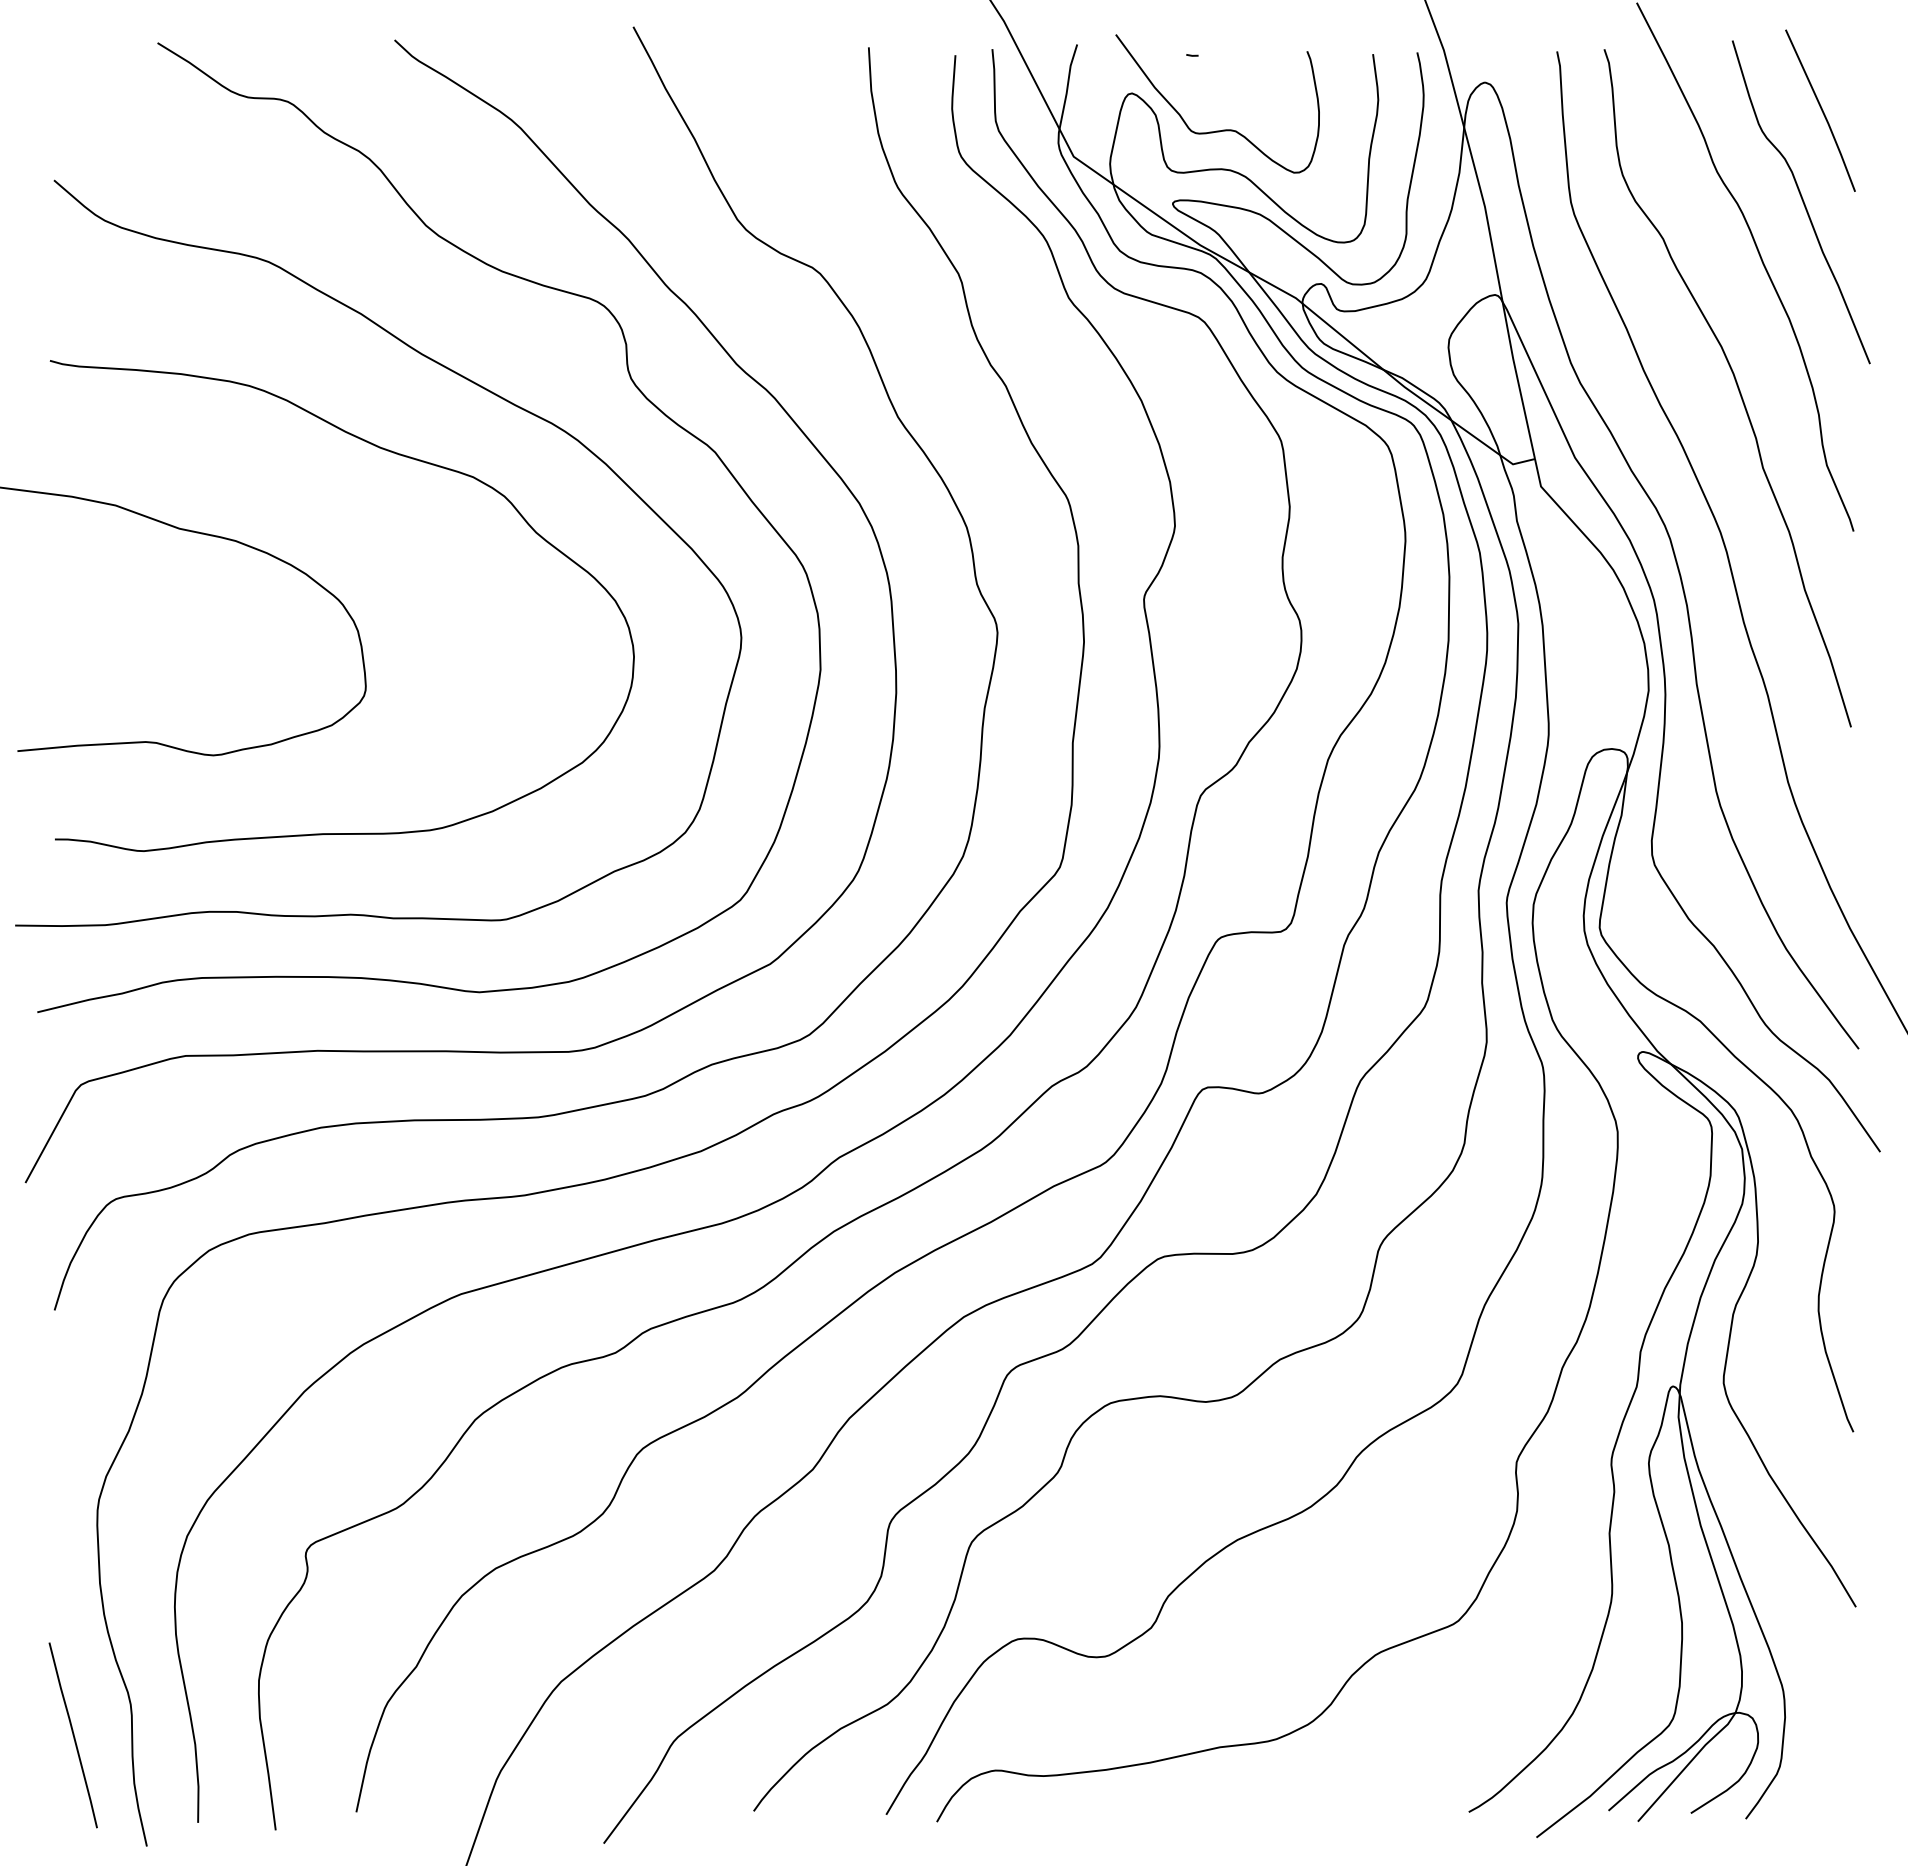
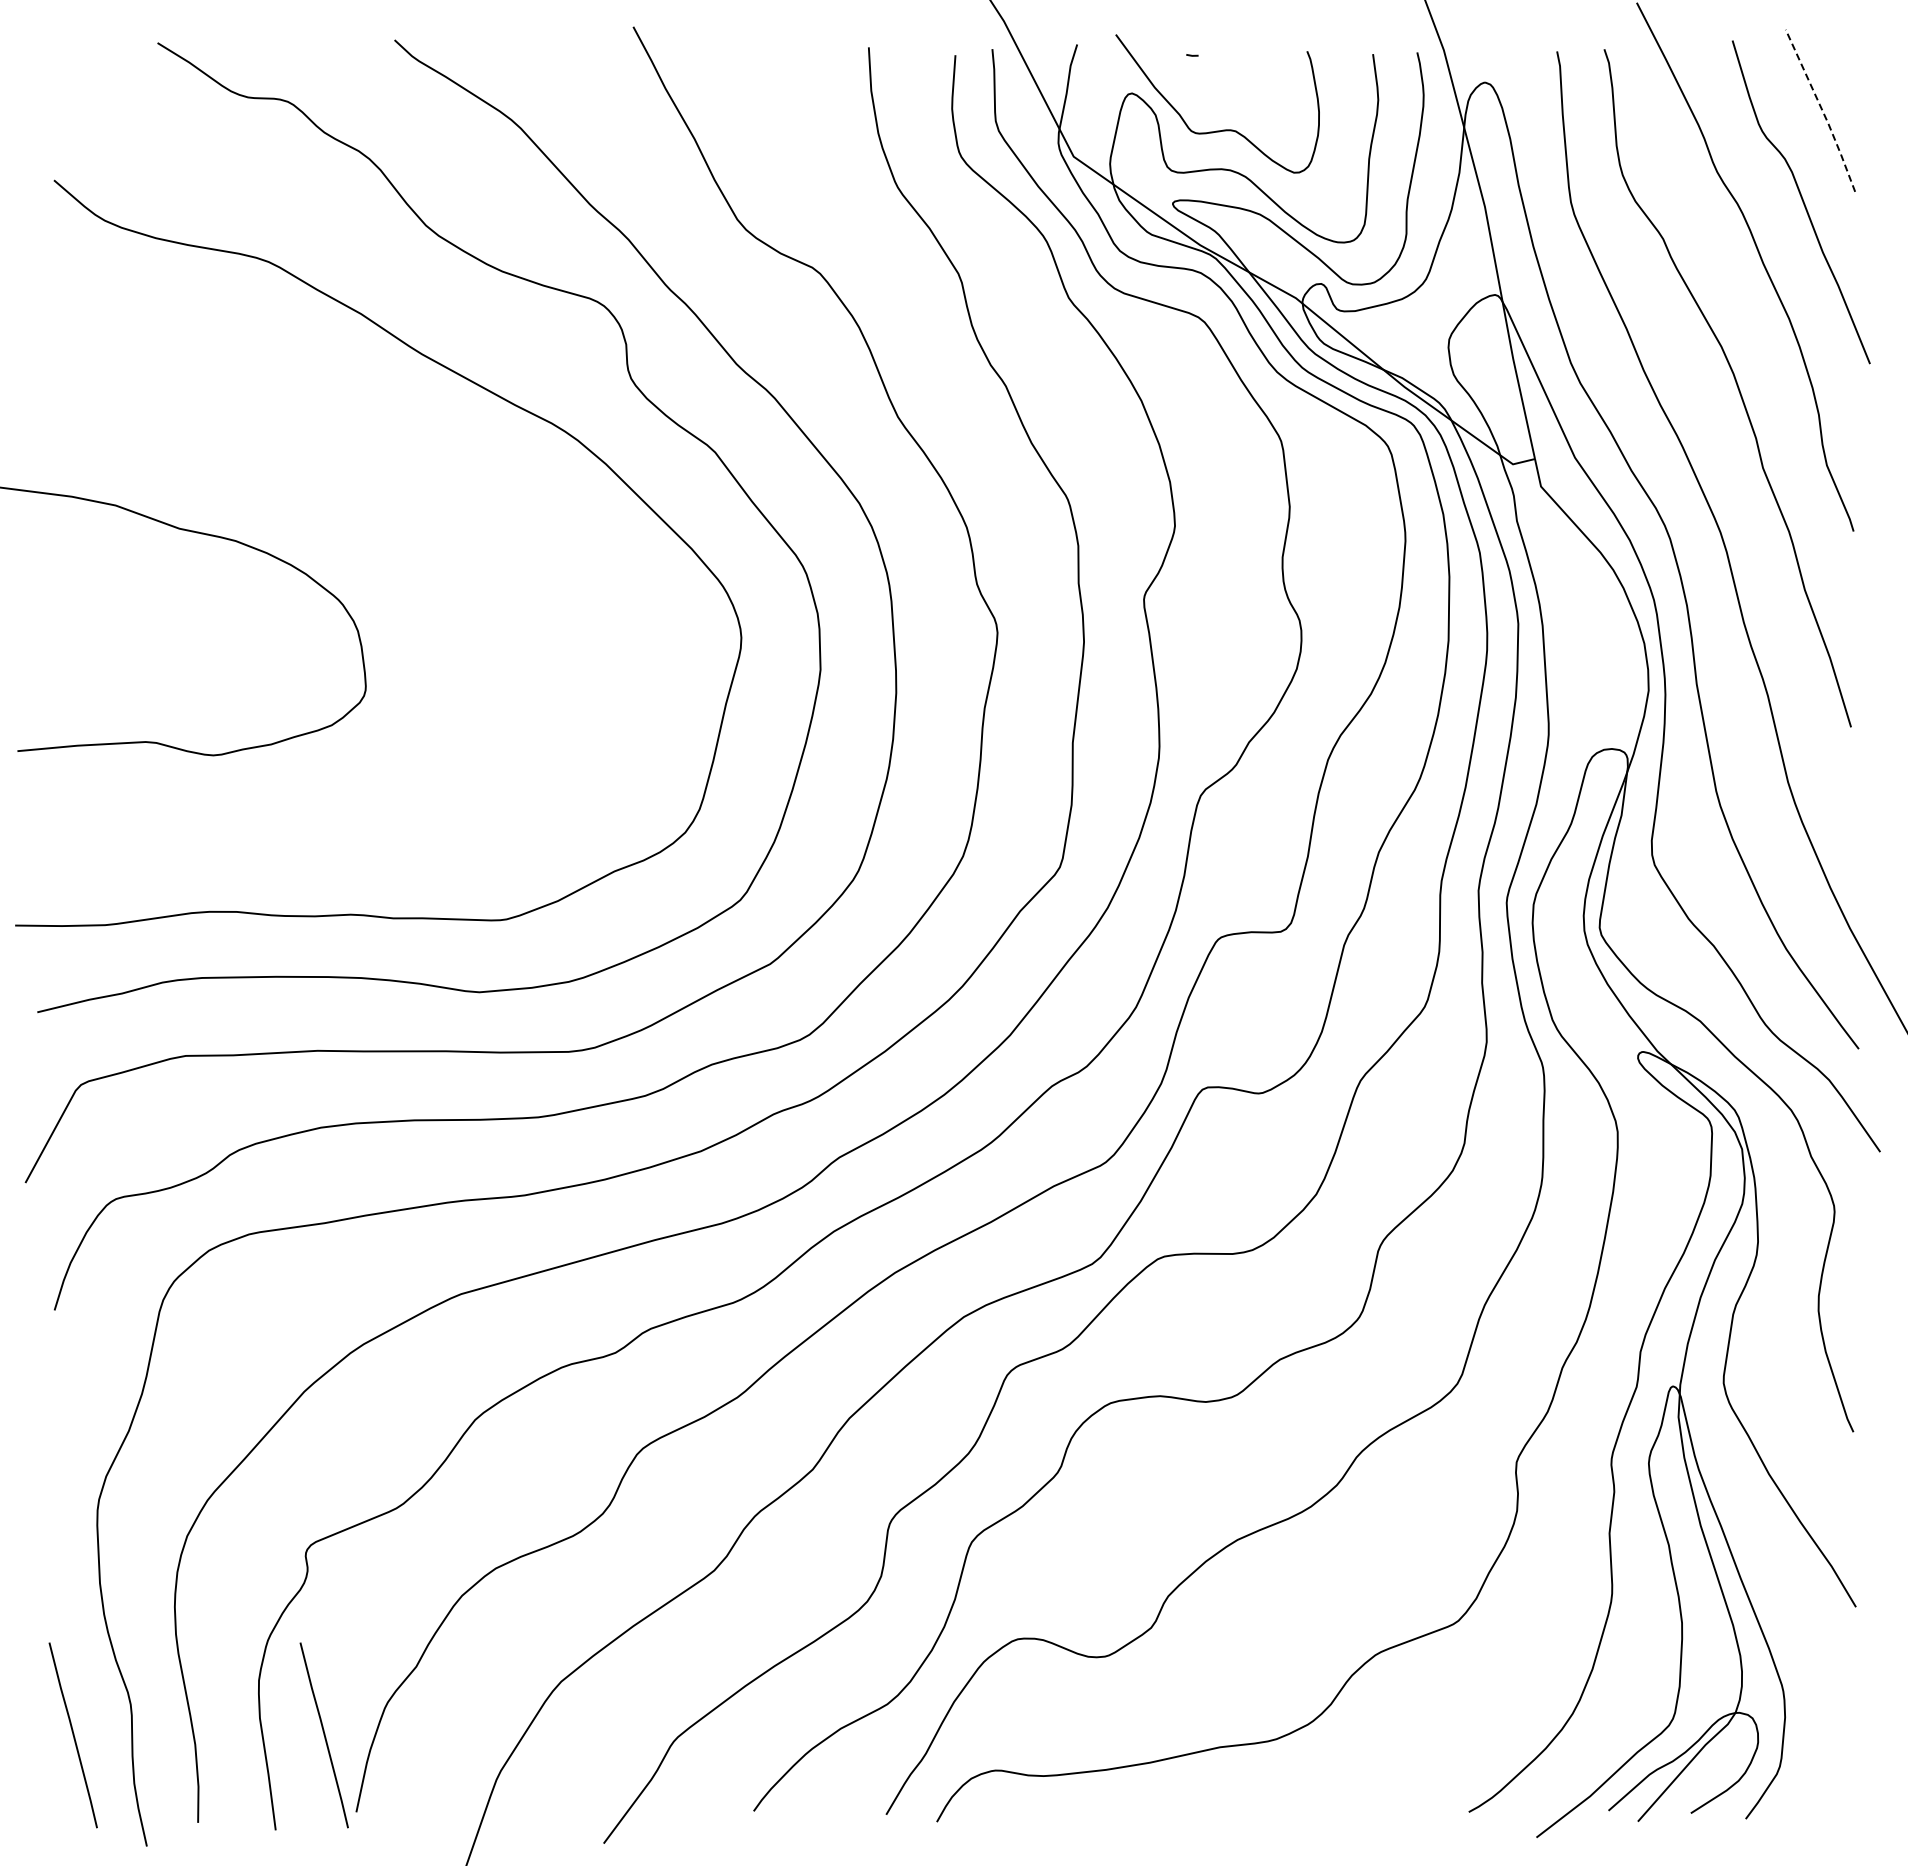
line at (1822, 111): solid -> dashed
curve at (393, 453): present -> none
line at (323, 1735): none -> present
